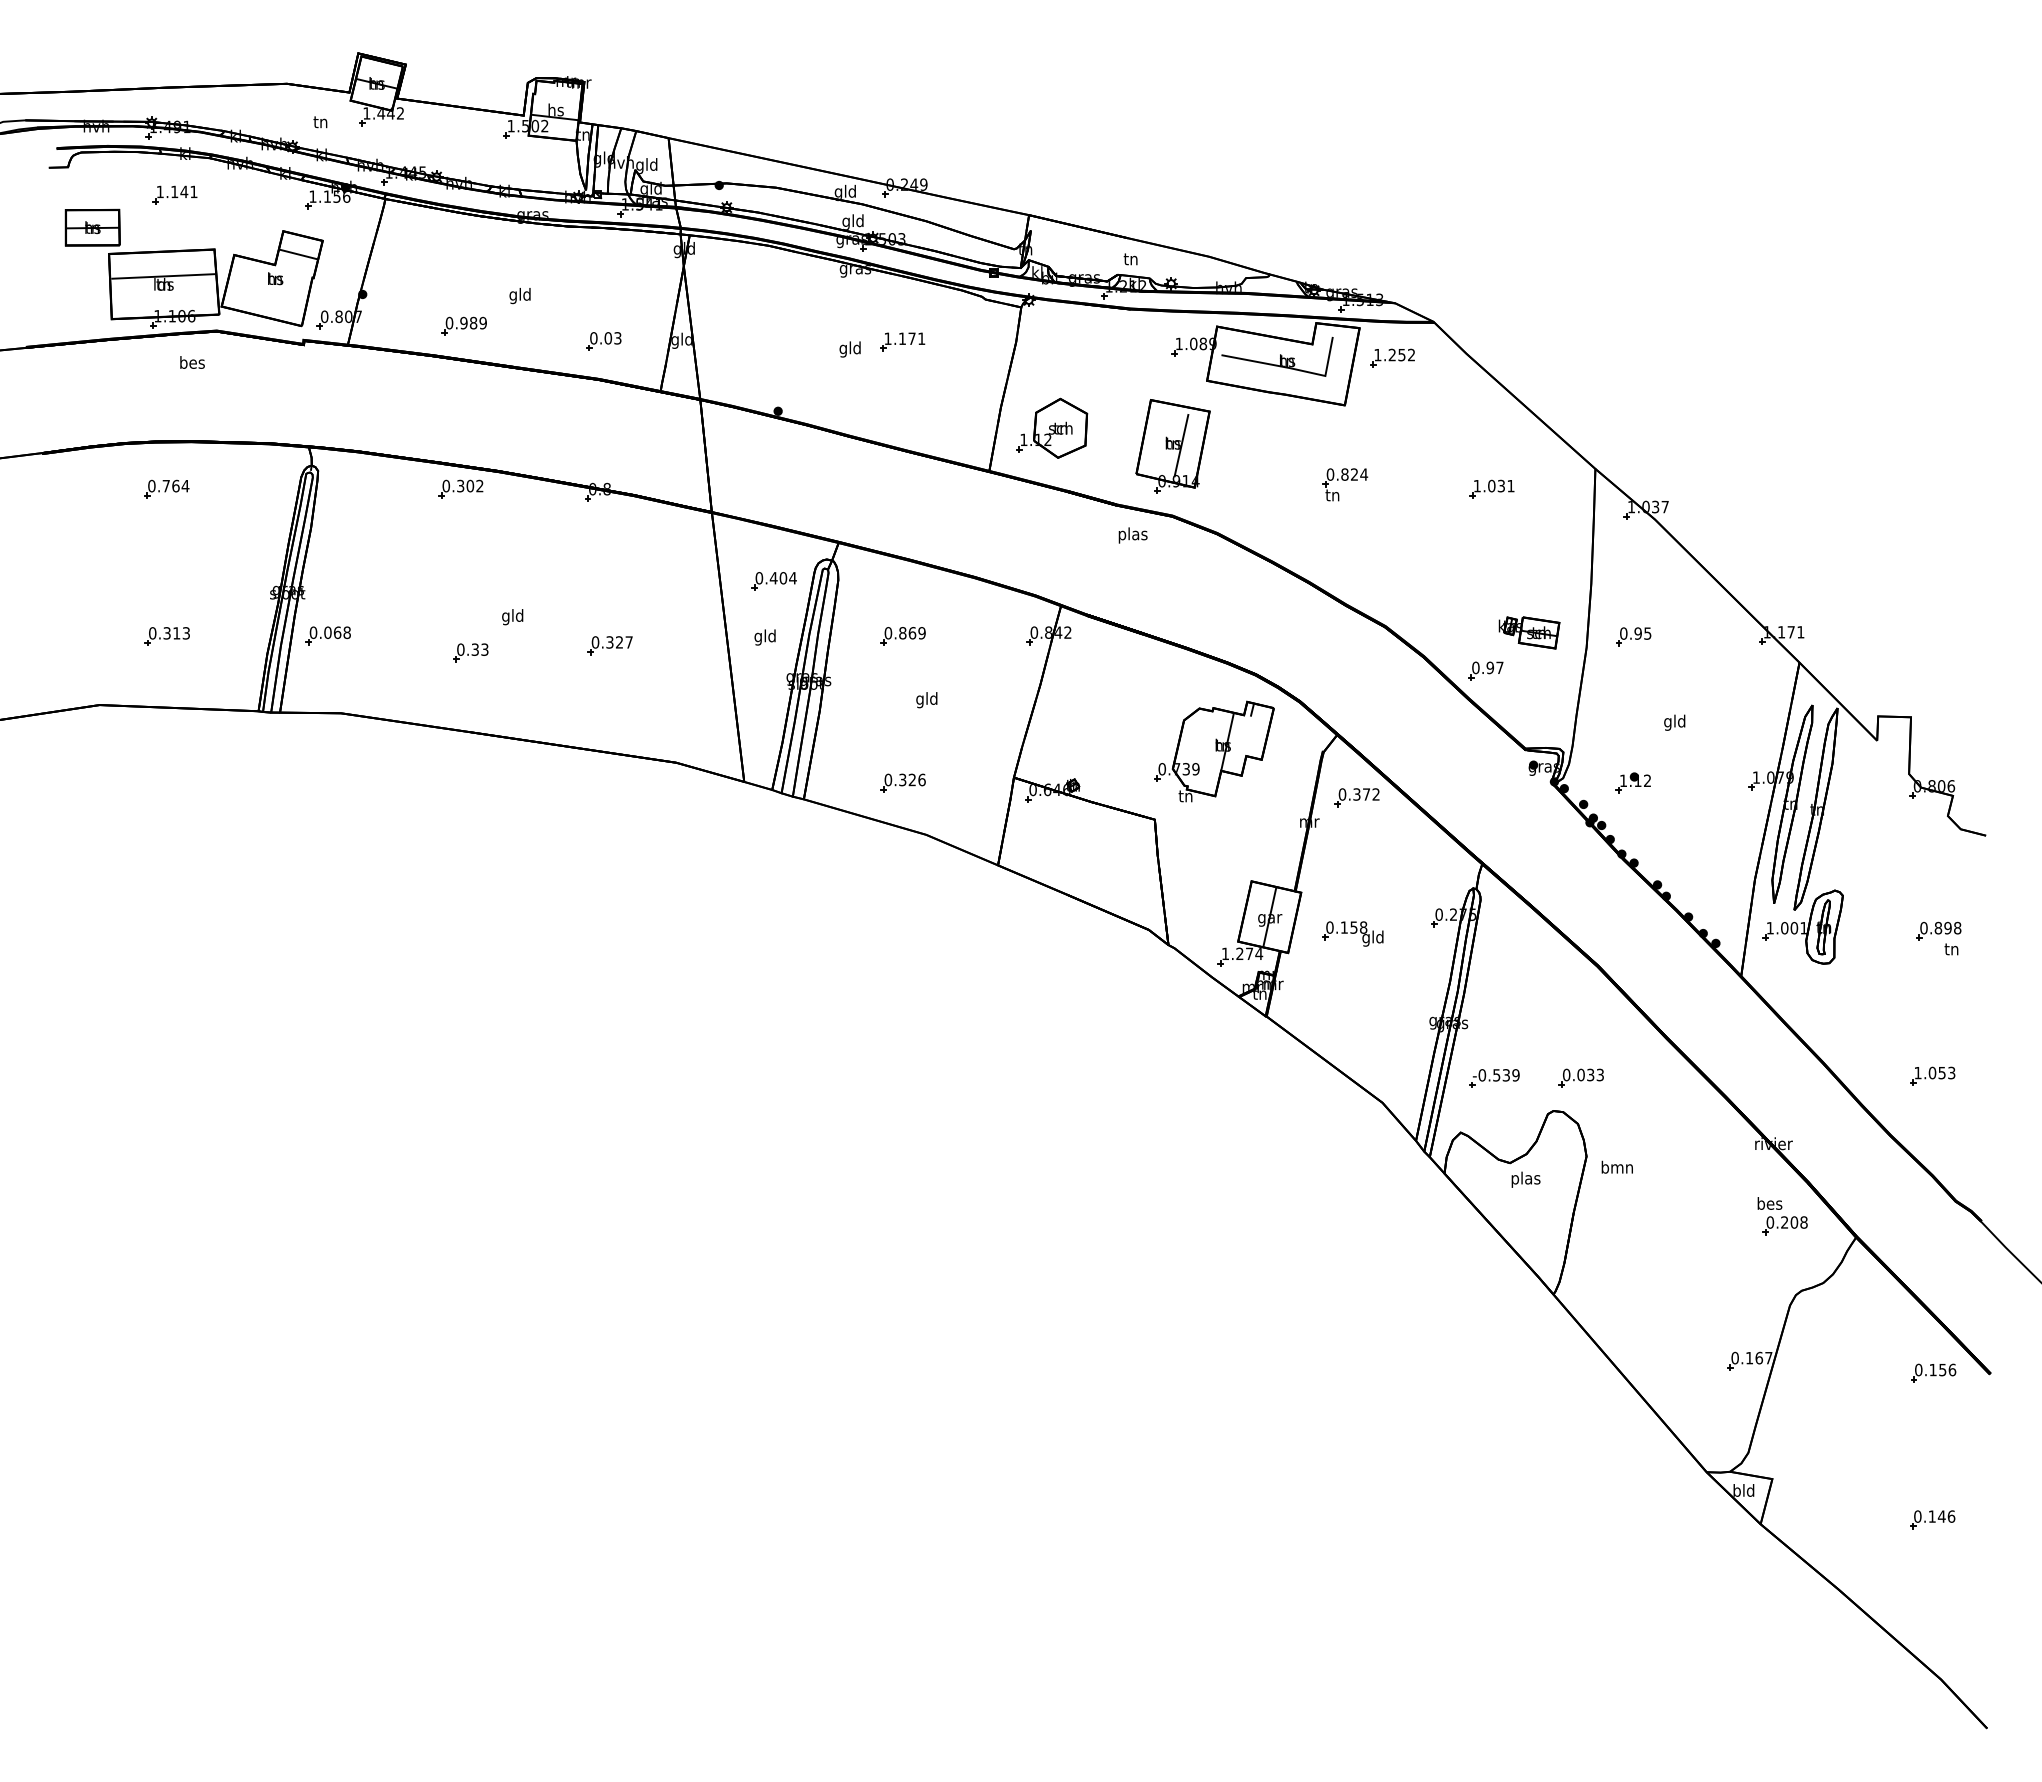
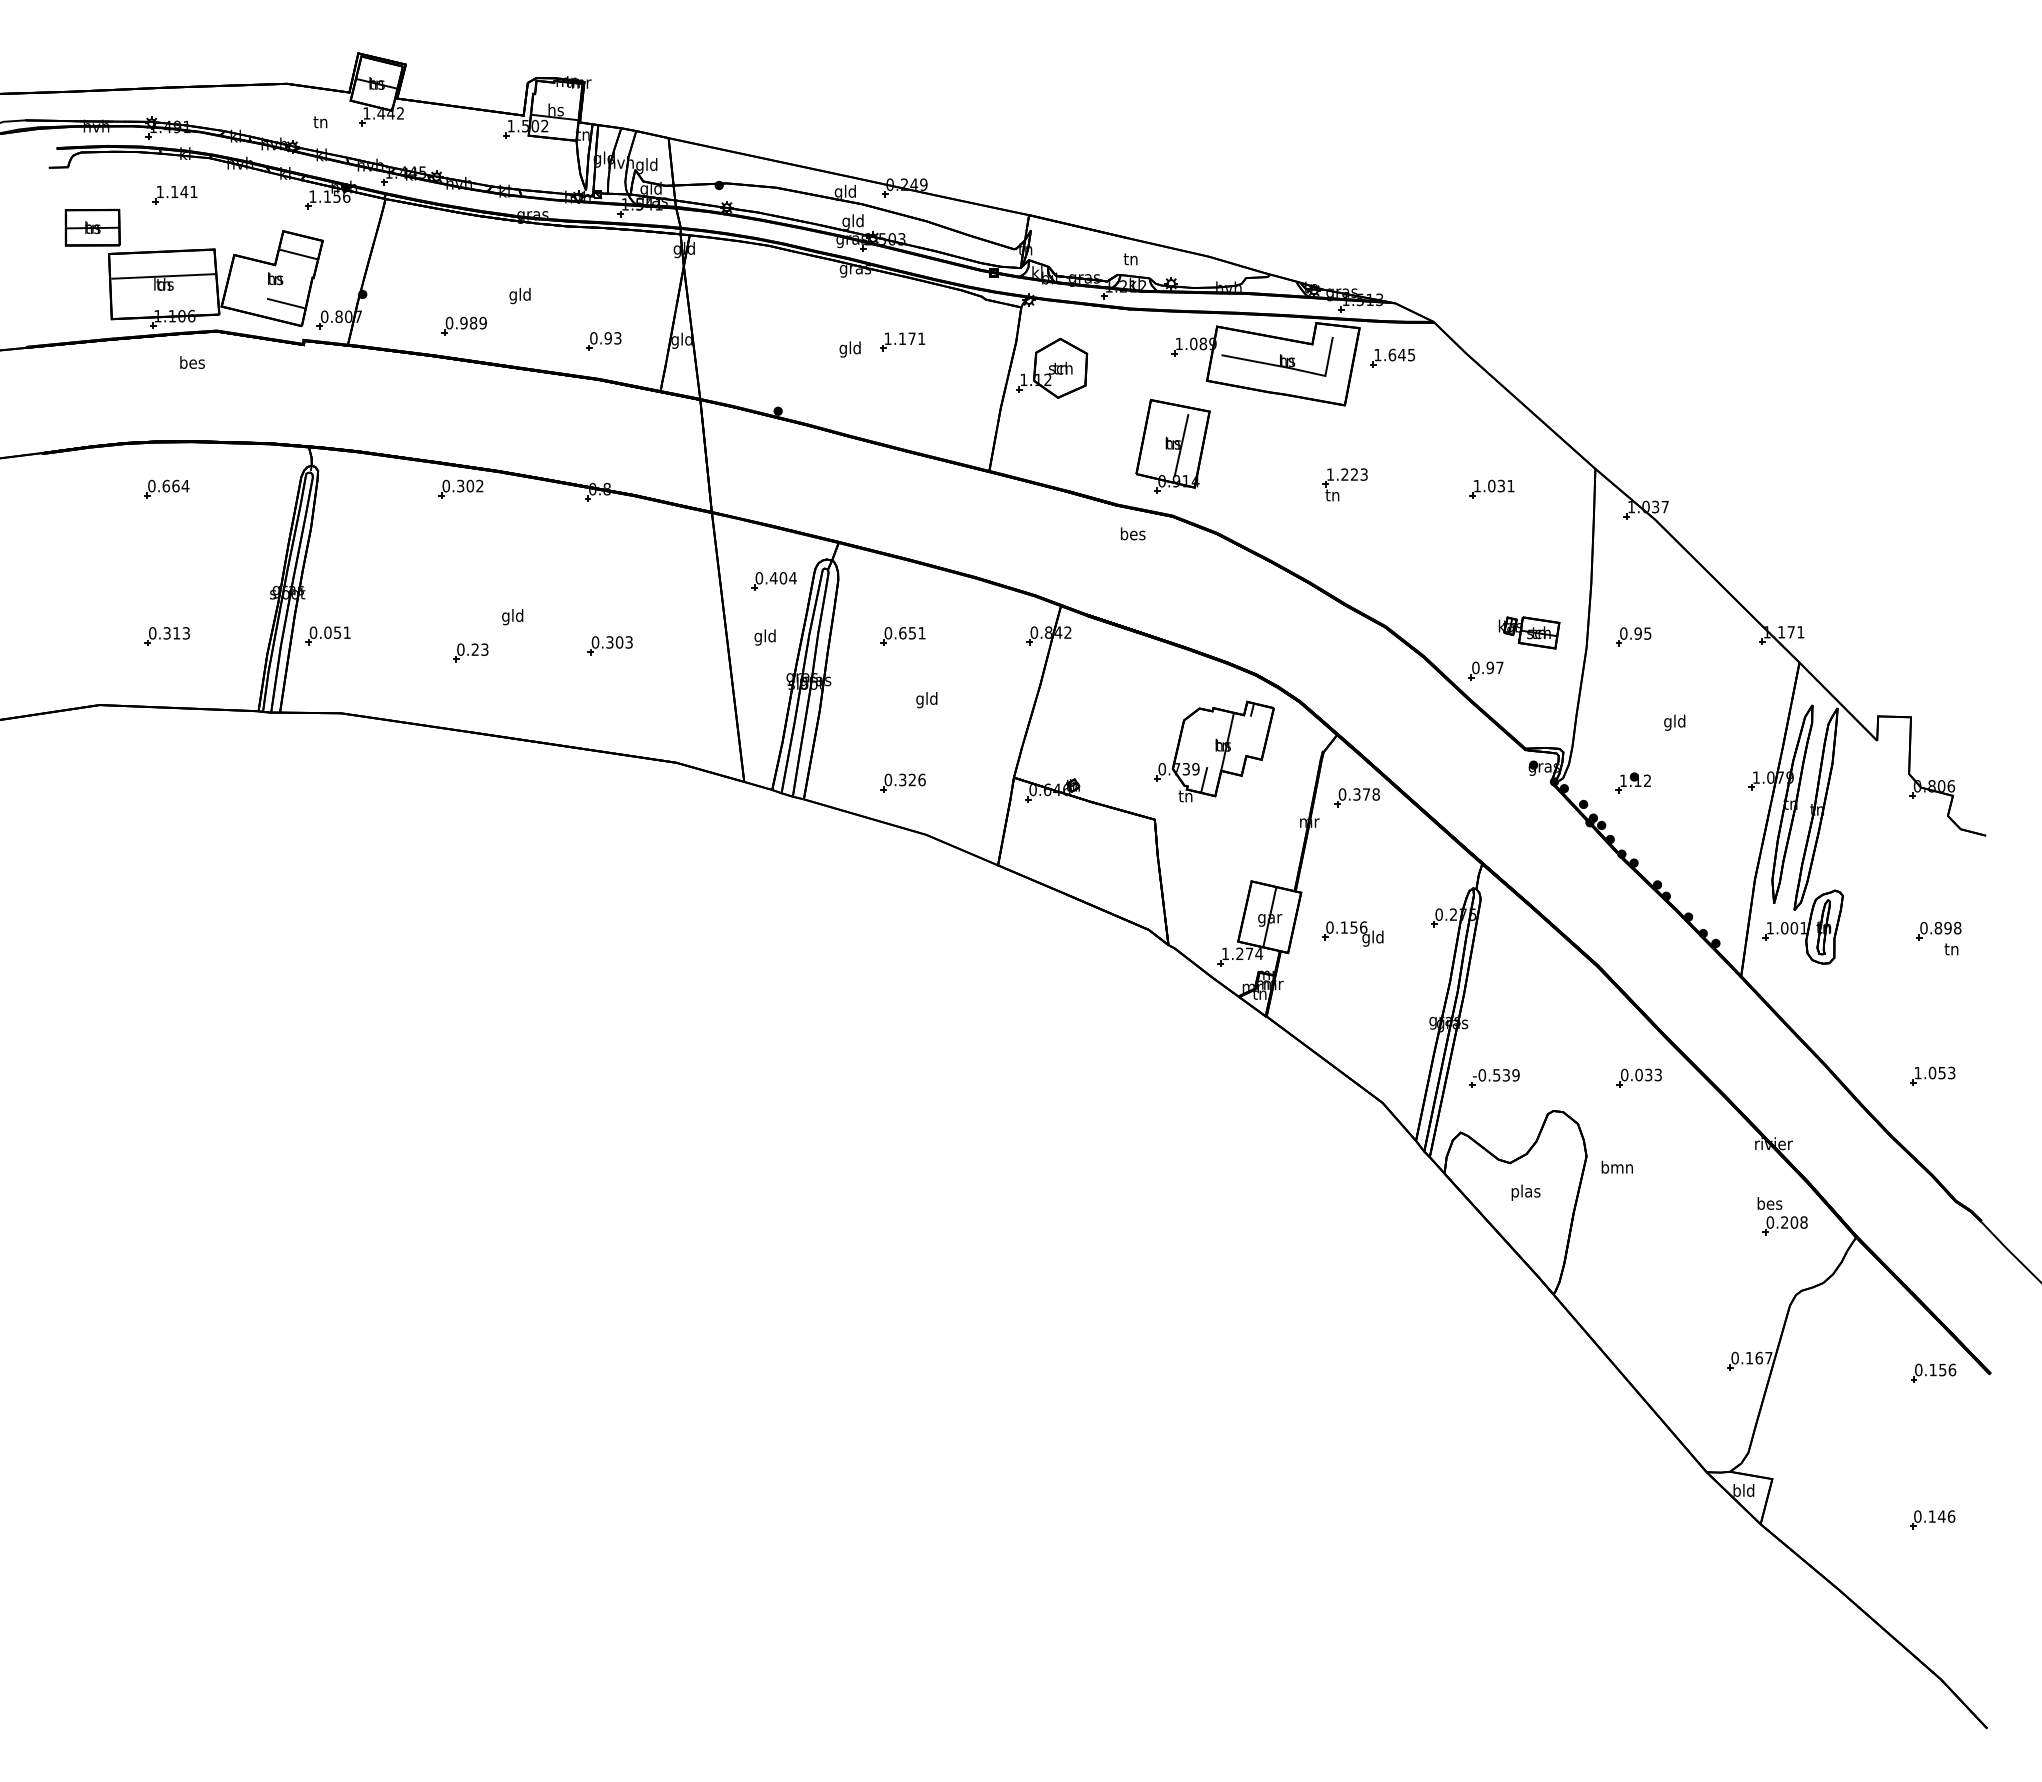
line at (285, 303): none -> present
text at (607, 338): 0.03 -> 0.93
text at (1401, 354): 1.252 -> 1.645
part at (1052, 427) position: (1052, 427) -> (1052, 367)
text at (1347, 474): 0.824 -> 1.223
text at (166, 485): 0.764 -> 0.664
text at (1132, 535): plas -> bes
text at (341, 632): 0.068 -> 0.051
text at (912, 633): 0.869 -> 0.651
text at (623, 642): 0.327 -> 0.303
text at (474, 649): 0.33 -> 0.23
line at (1204, 780): none -> present
text at (1375, 794): 0.372 -> 0.378
text at (1363, 927): 0.158 -> 0.156
part at (1580, 1077) position: (1580, 1077) -> (1638, 1077)
text at (1525, 1179) position: (1525, 1179) -> (1525, 1192)
